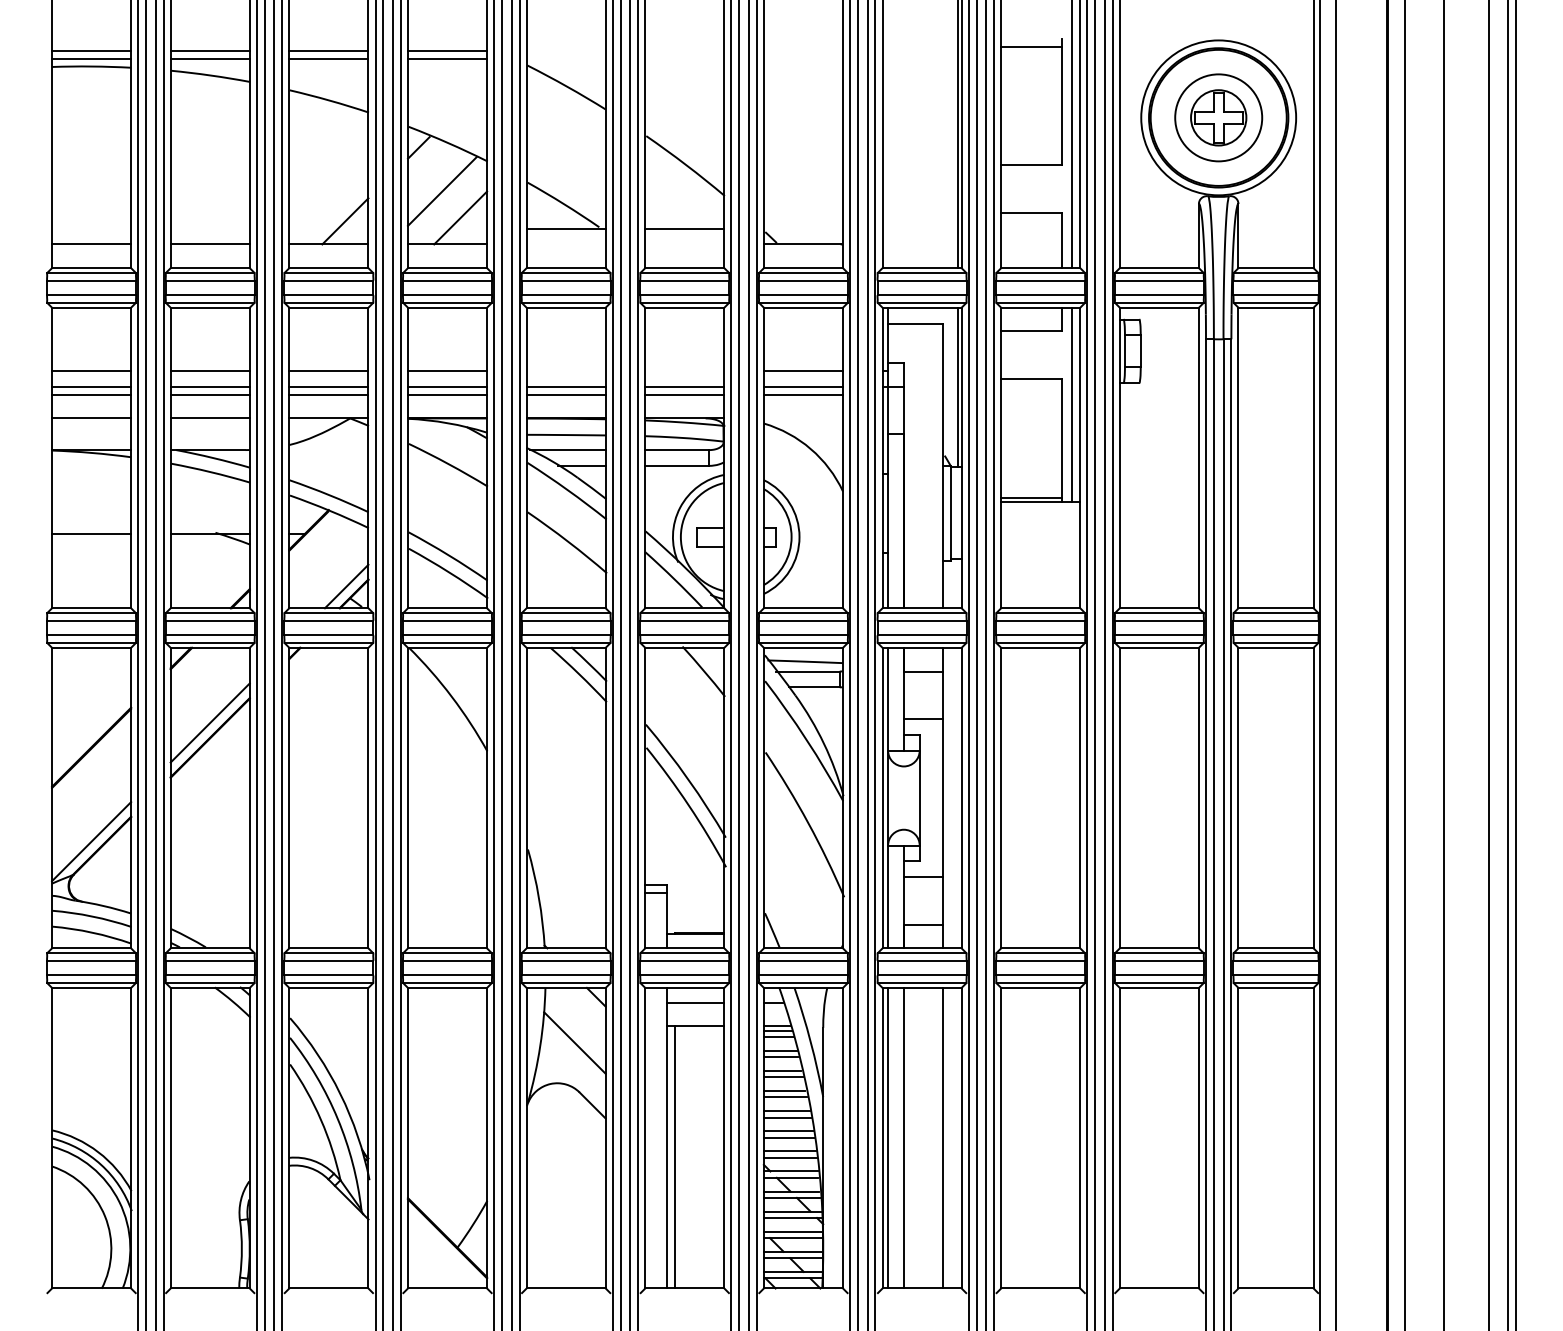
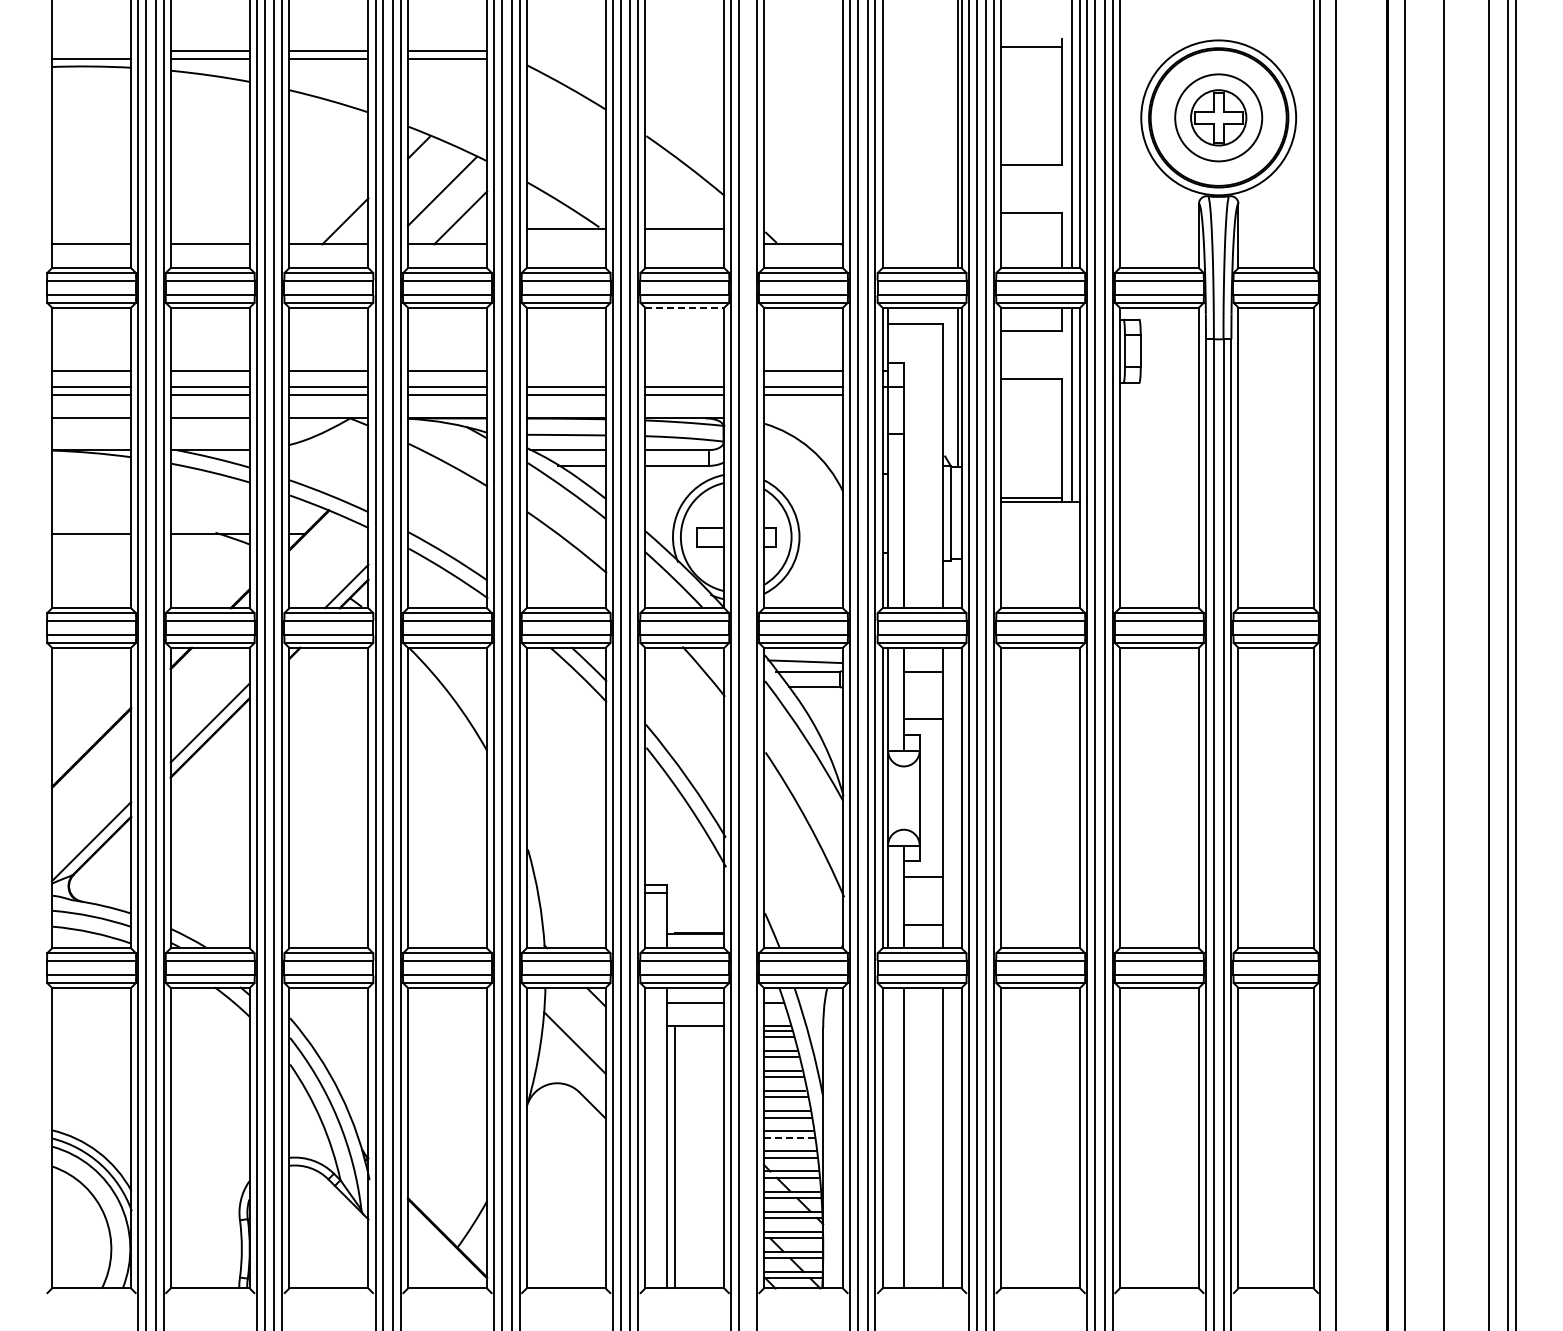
line at (91, 50): present -> none
line at (684, 307): solid -> dashed
line at (748, 664): present -> none
line at (789, 1137): solid -> dashed
line at (888, 1137): present -> none
